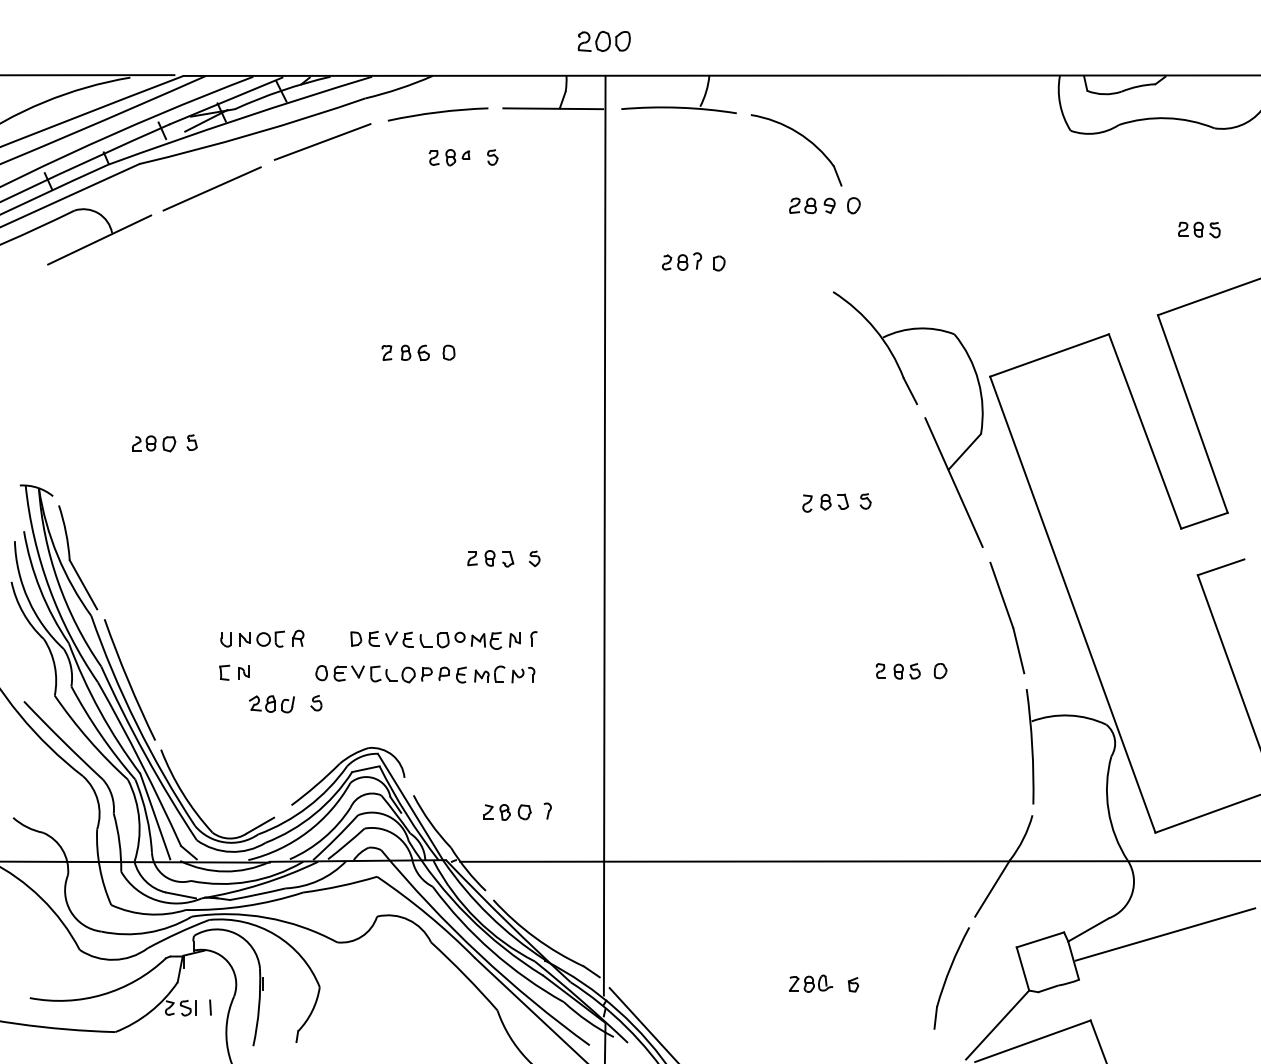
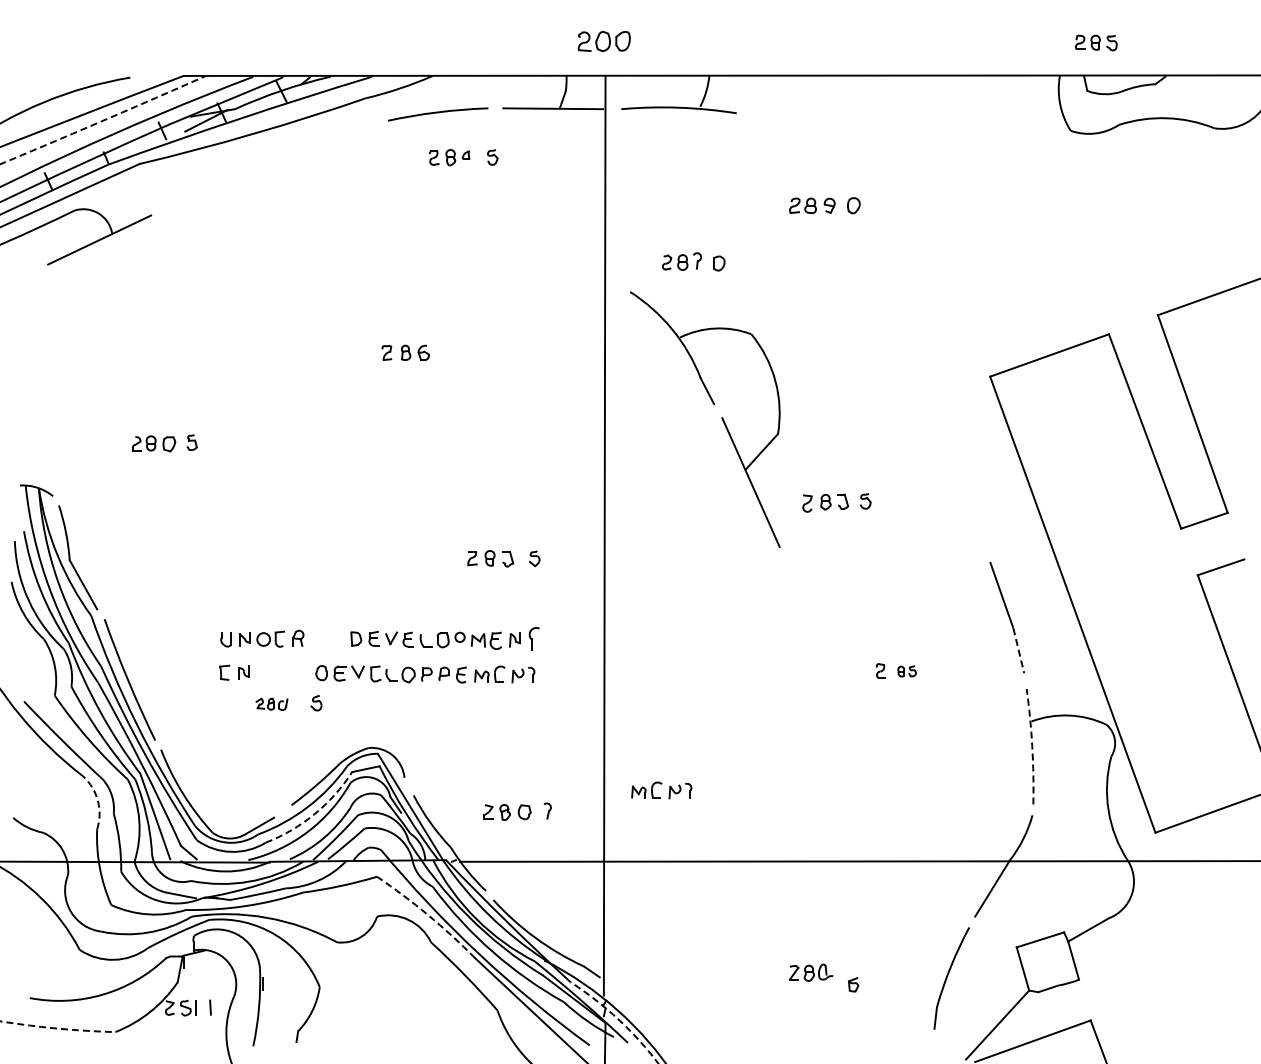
line at (88, 75): present -> none
arc at (102, 120): solid -> dashed
part at (805, 139): present -> none
line at (322, 141): present -> none
line at (211, 188): present -> none
part at (1199, 229) position: (1199, 229) -> (1096, 42)
part at (448, 352): present -> none
part at (916, 405) position: (916, 405) -> (713, 405)
part at (533, 638) size: 8x16 px -> 12x24 px
line at (1018, 651): solid -> dashed
part at (906, 671) size: 28x17 px -> 20x13 px
part at (940, 671): present -> none
part at (271, 704) size: 46x19 px -> 34x14 px
arc at (1032, 746): solid -> dashed
part at (661, 790): none -> present
arc at (97, 800): solid -> dashed
arc at (314, 814): solid -> dashed
arc at (428, 915): solid -> dashed
line at (1165, 934): present -> none
part at (810, 983) position: (810, 983) -> (810, 972)
arc at (617, 1018): solid -> dashed
line at (642, 1024): present -> none
arc at (58, 1028): solid -> dashed
